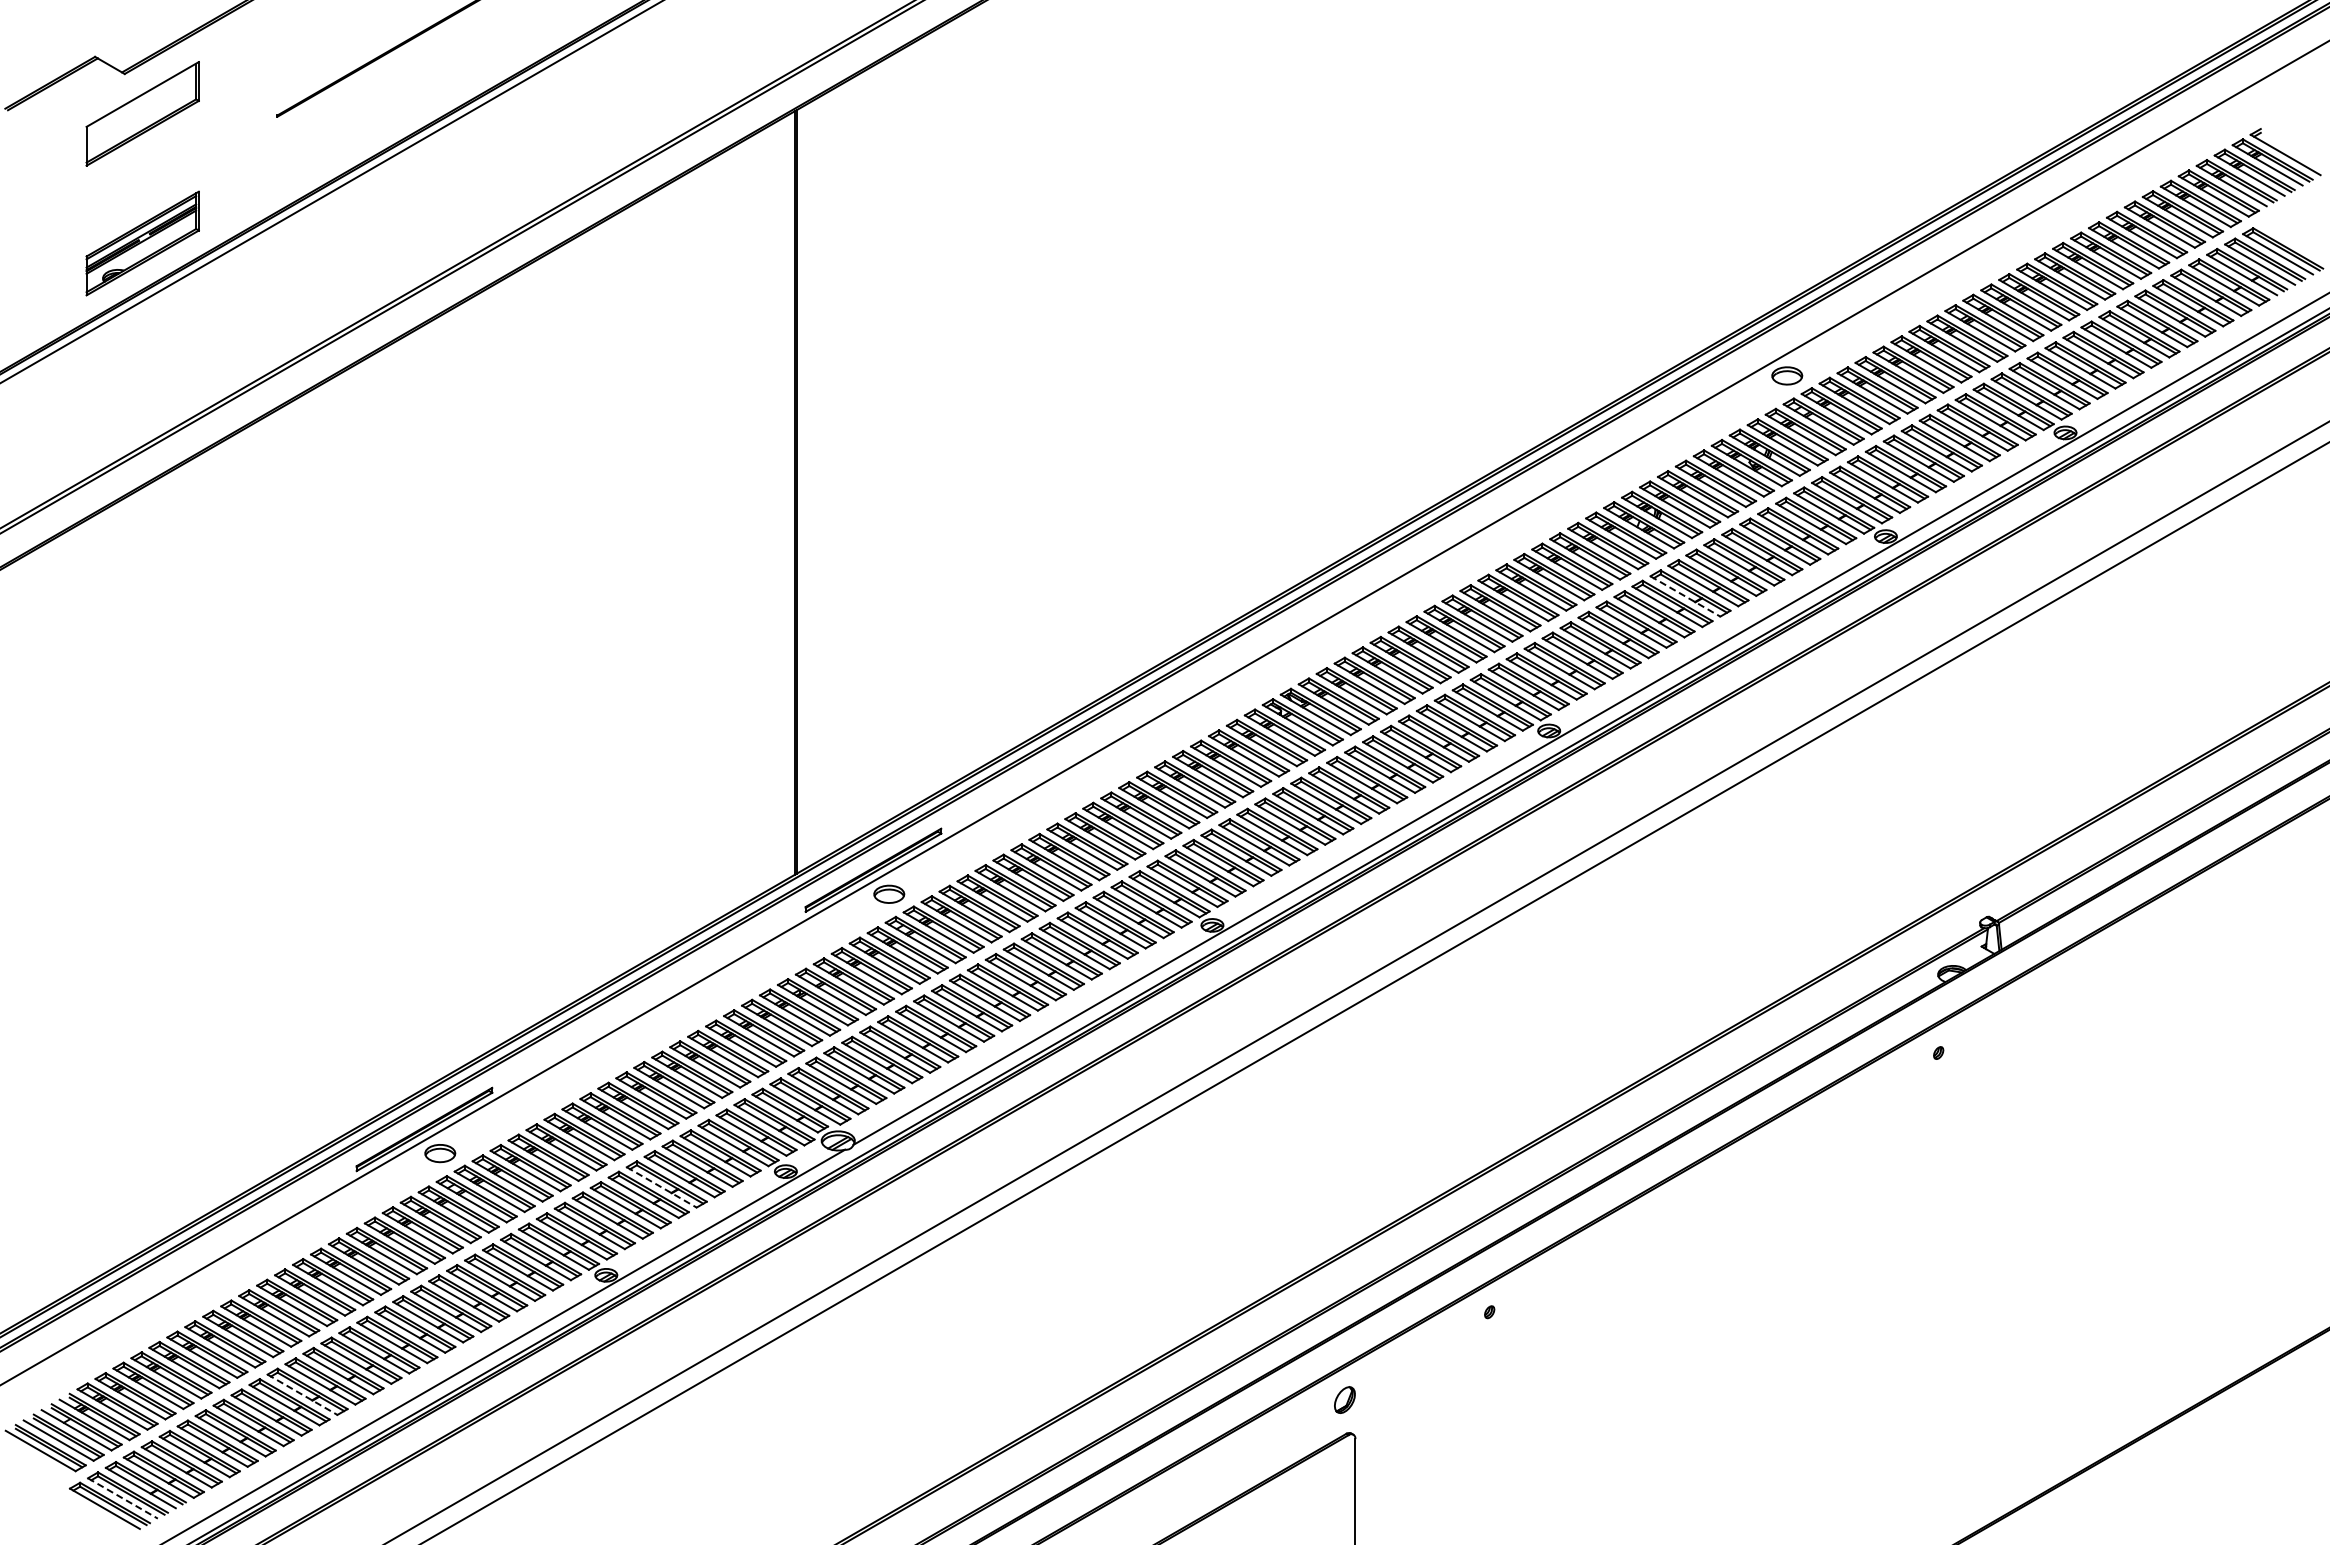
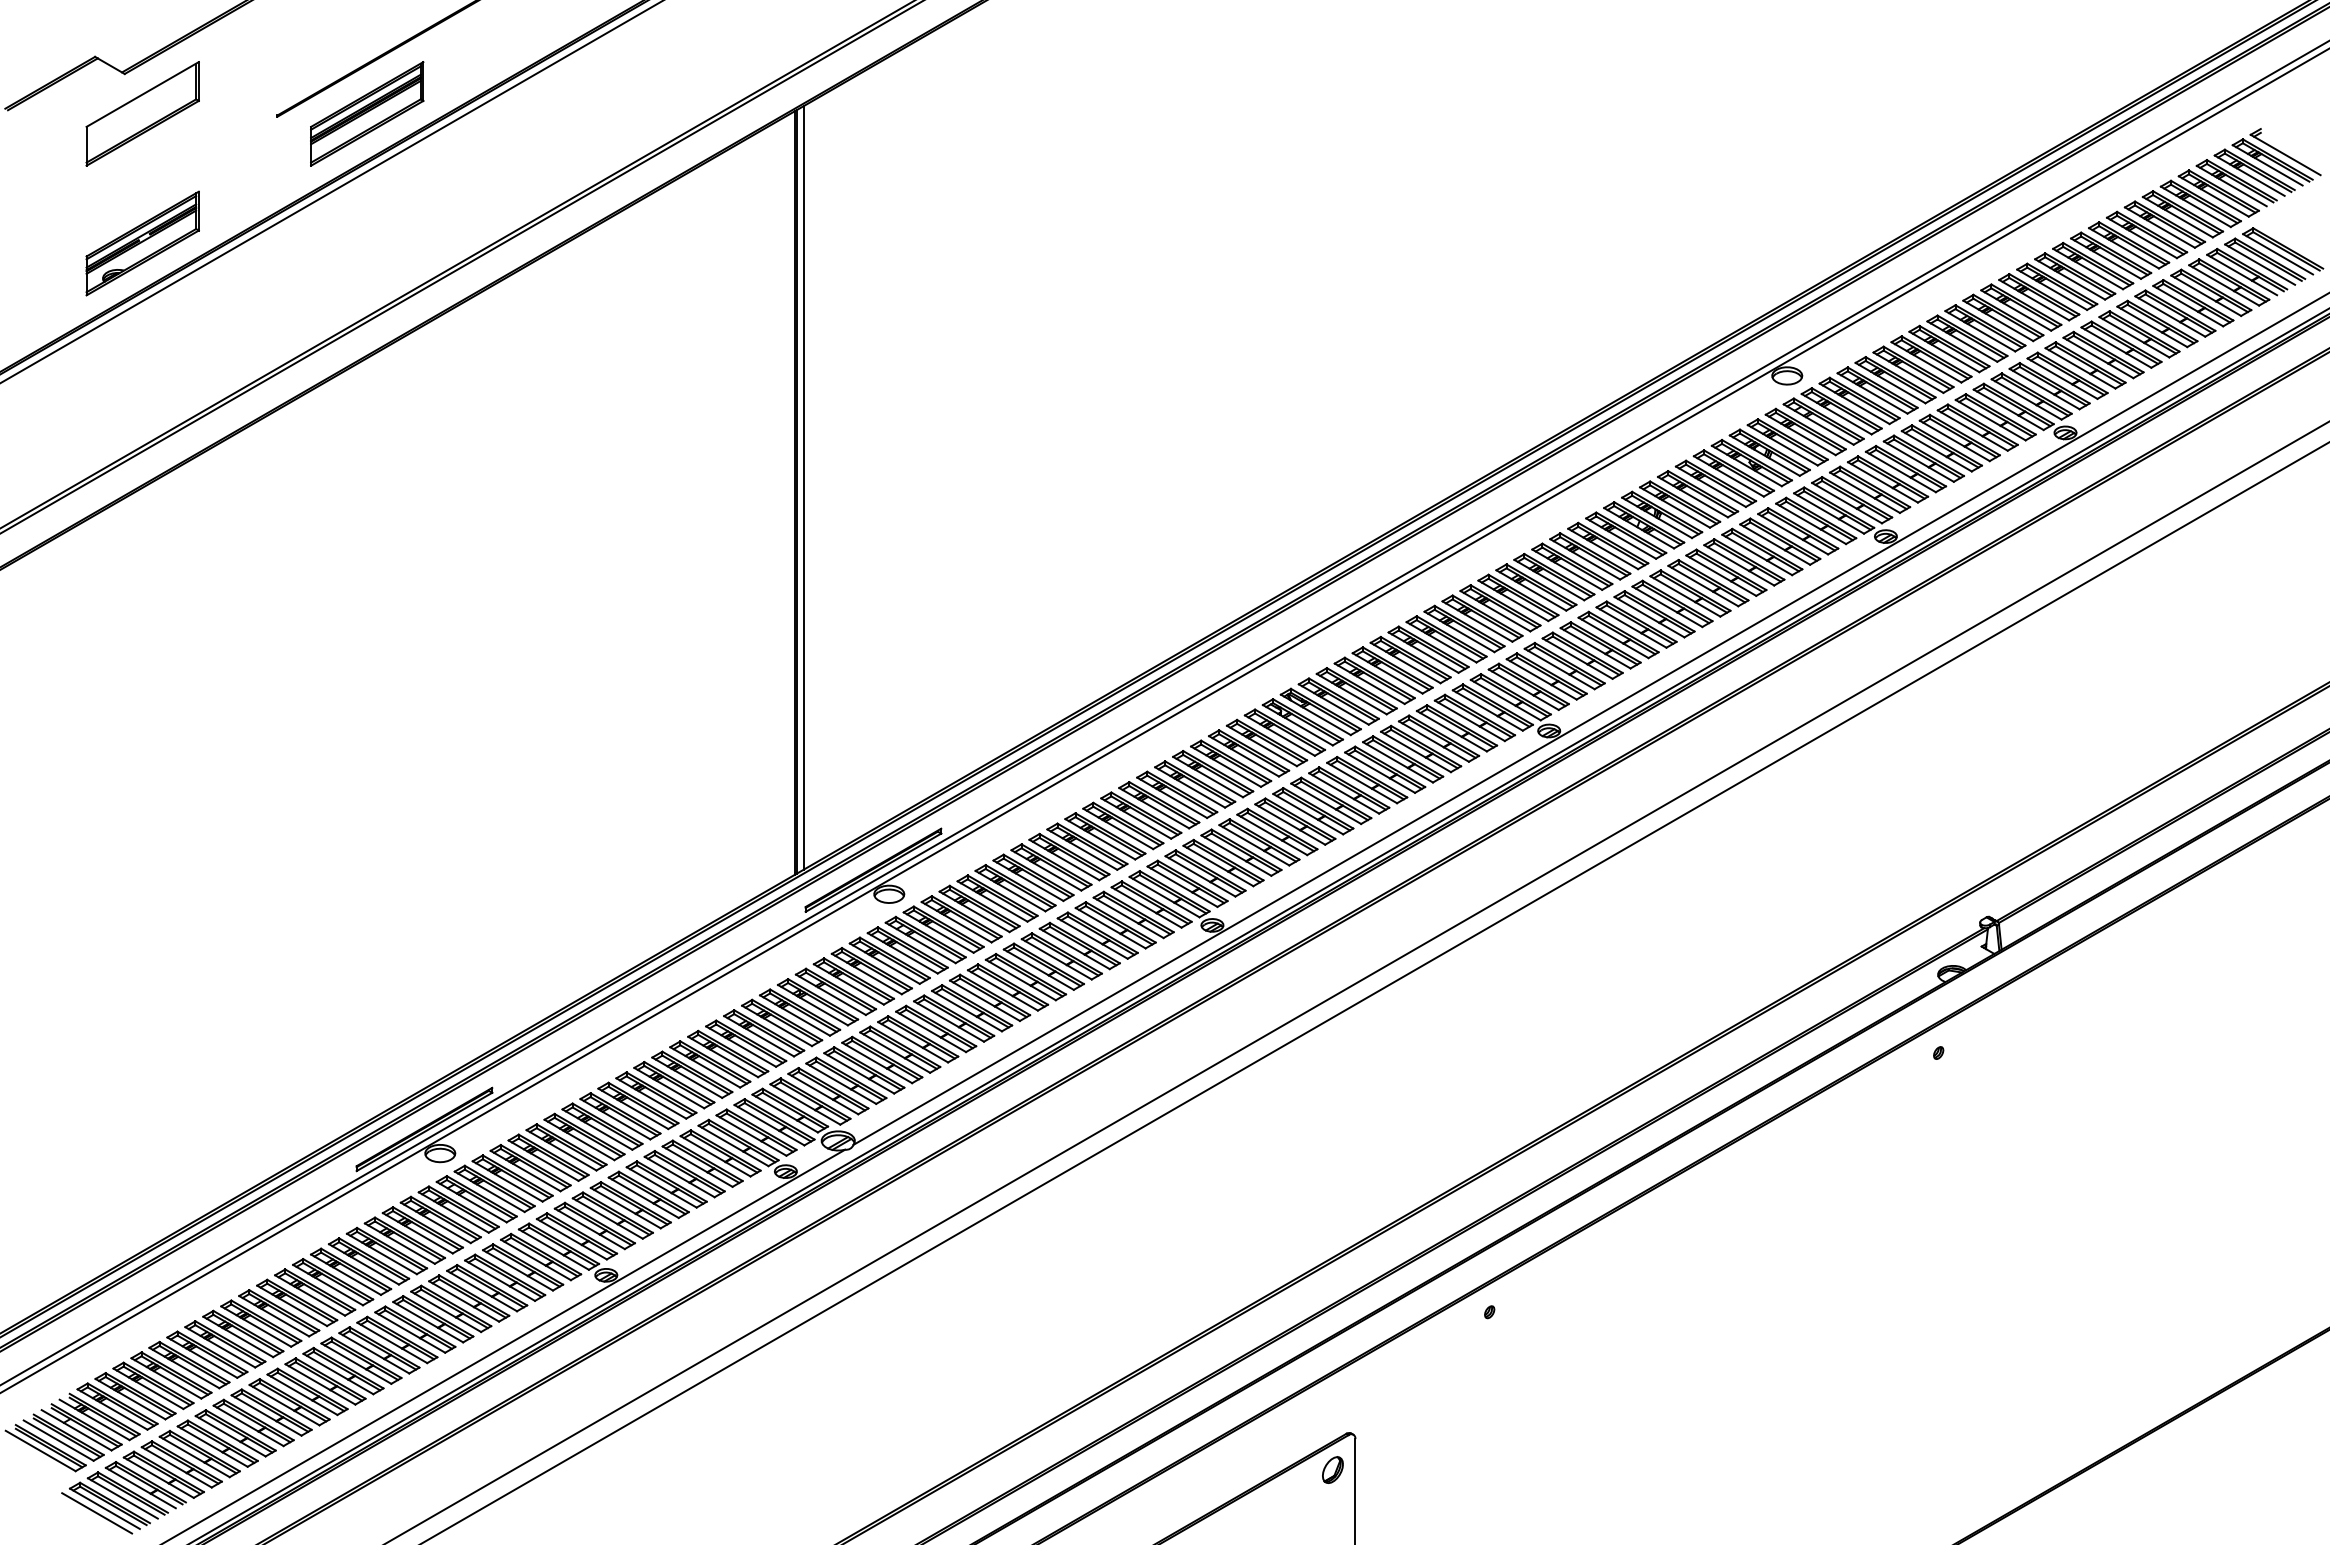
part at (367, 113): none -> present
line at (803, 487): none -> present
line at (1685, 596): dashed -> solid
line at (1164, 720): none -> present
line at (662, 1187): dashed -> solid
line at (302, 1395): dashed -> solid
part at (1344, 1399) position: (1344, 1399) -> (1332, 1469)
line at (123, 1498): dashed -> solid
line at (97, 1513): none -> present
